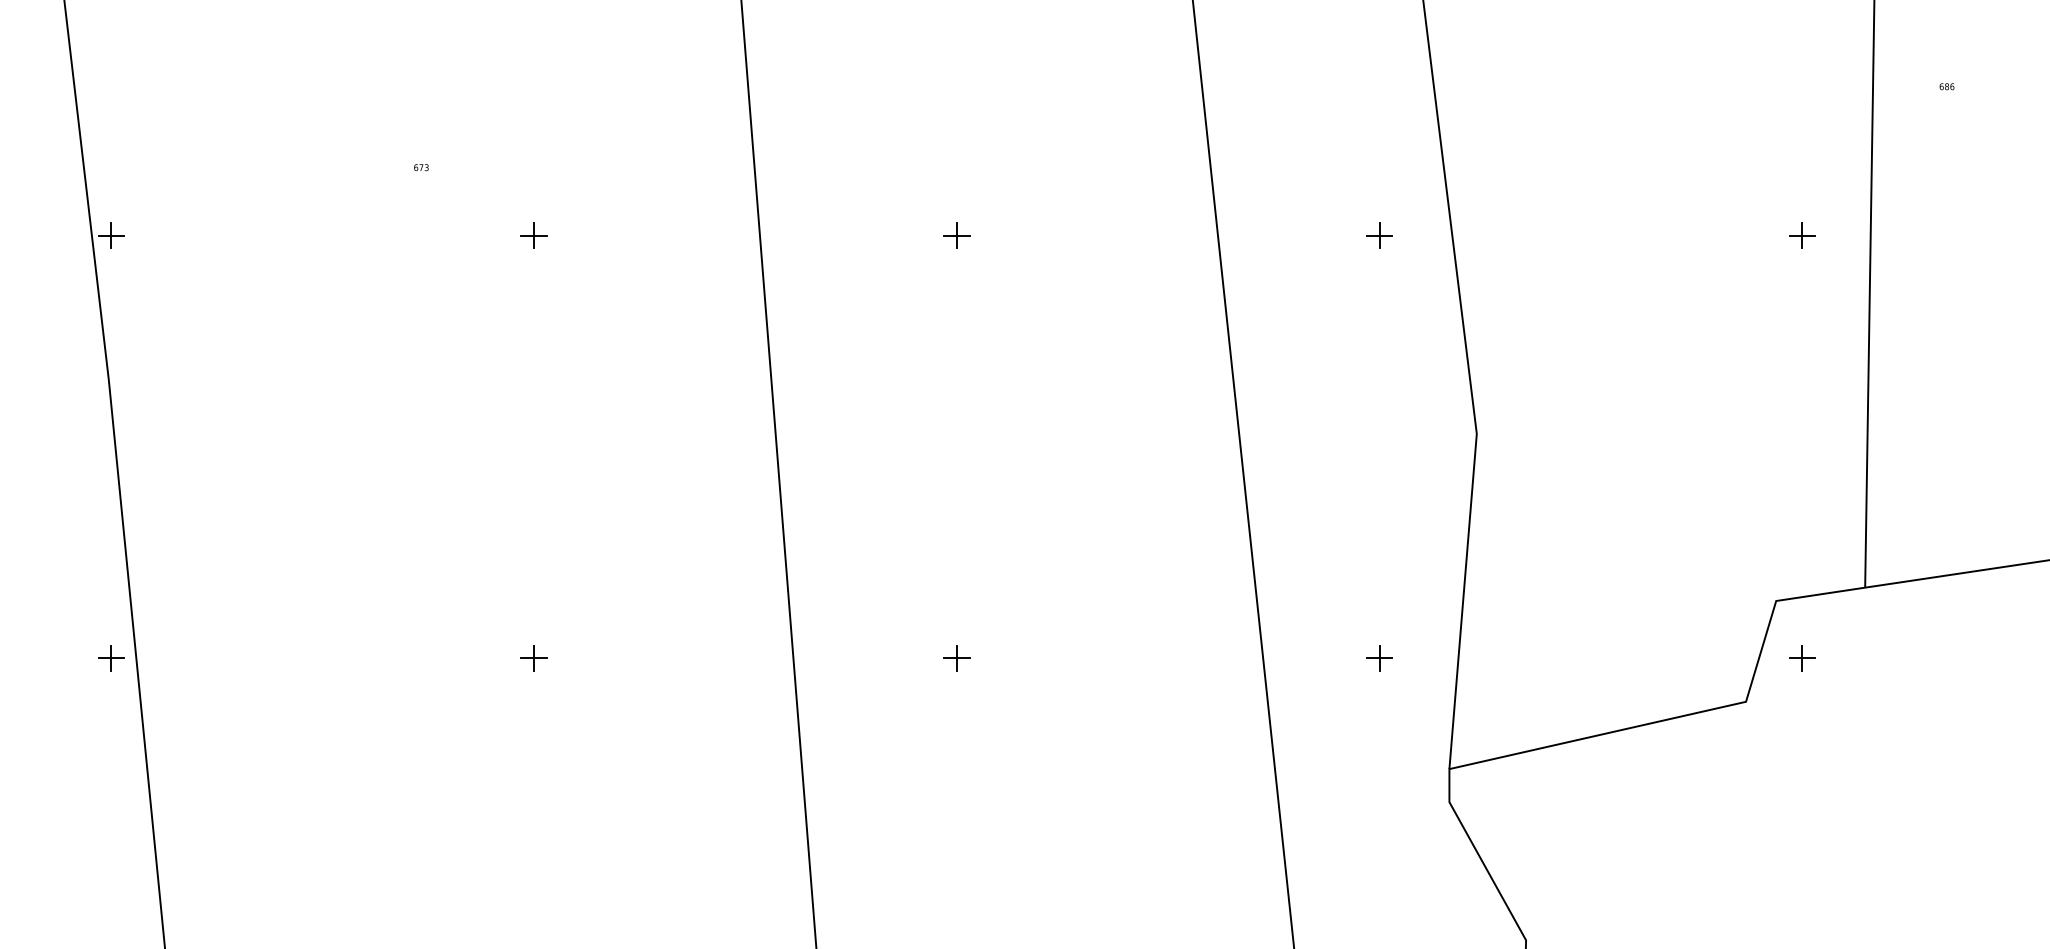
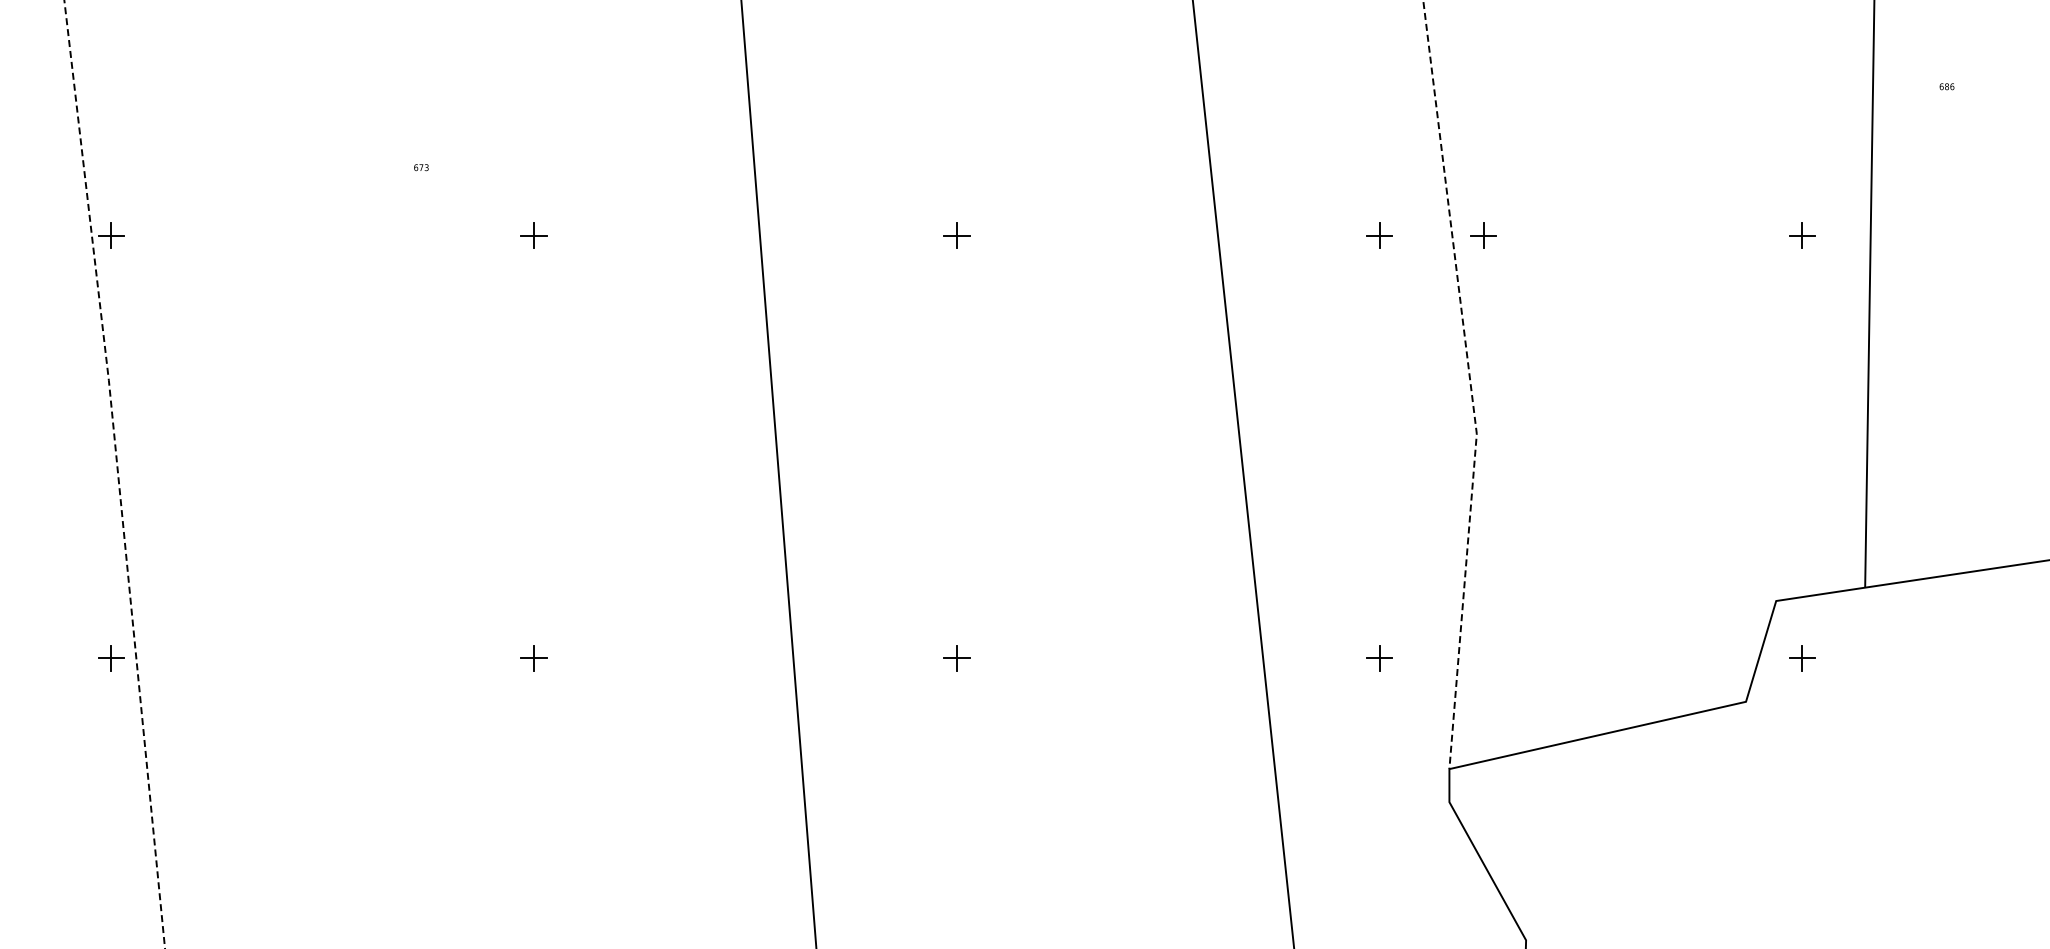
part at (1483, 235): none -> present
line at (1470, 385): solid -> dashed
line at (118, 473): solid -> dashed
